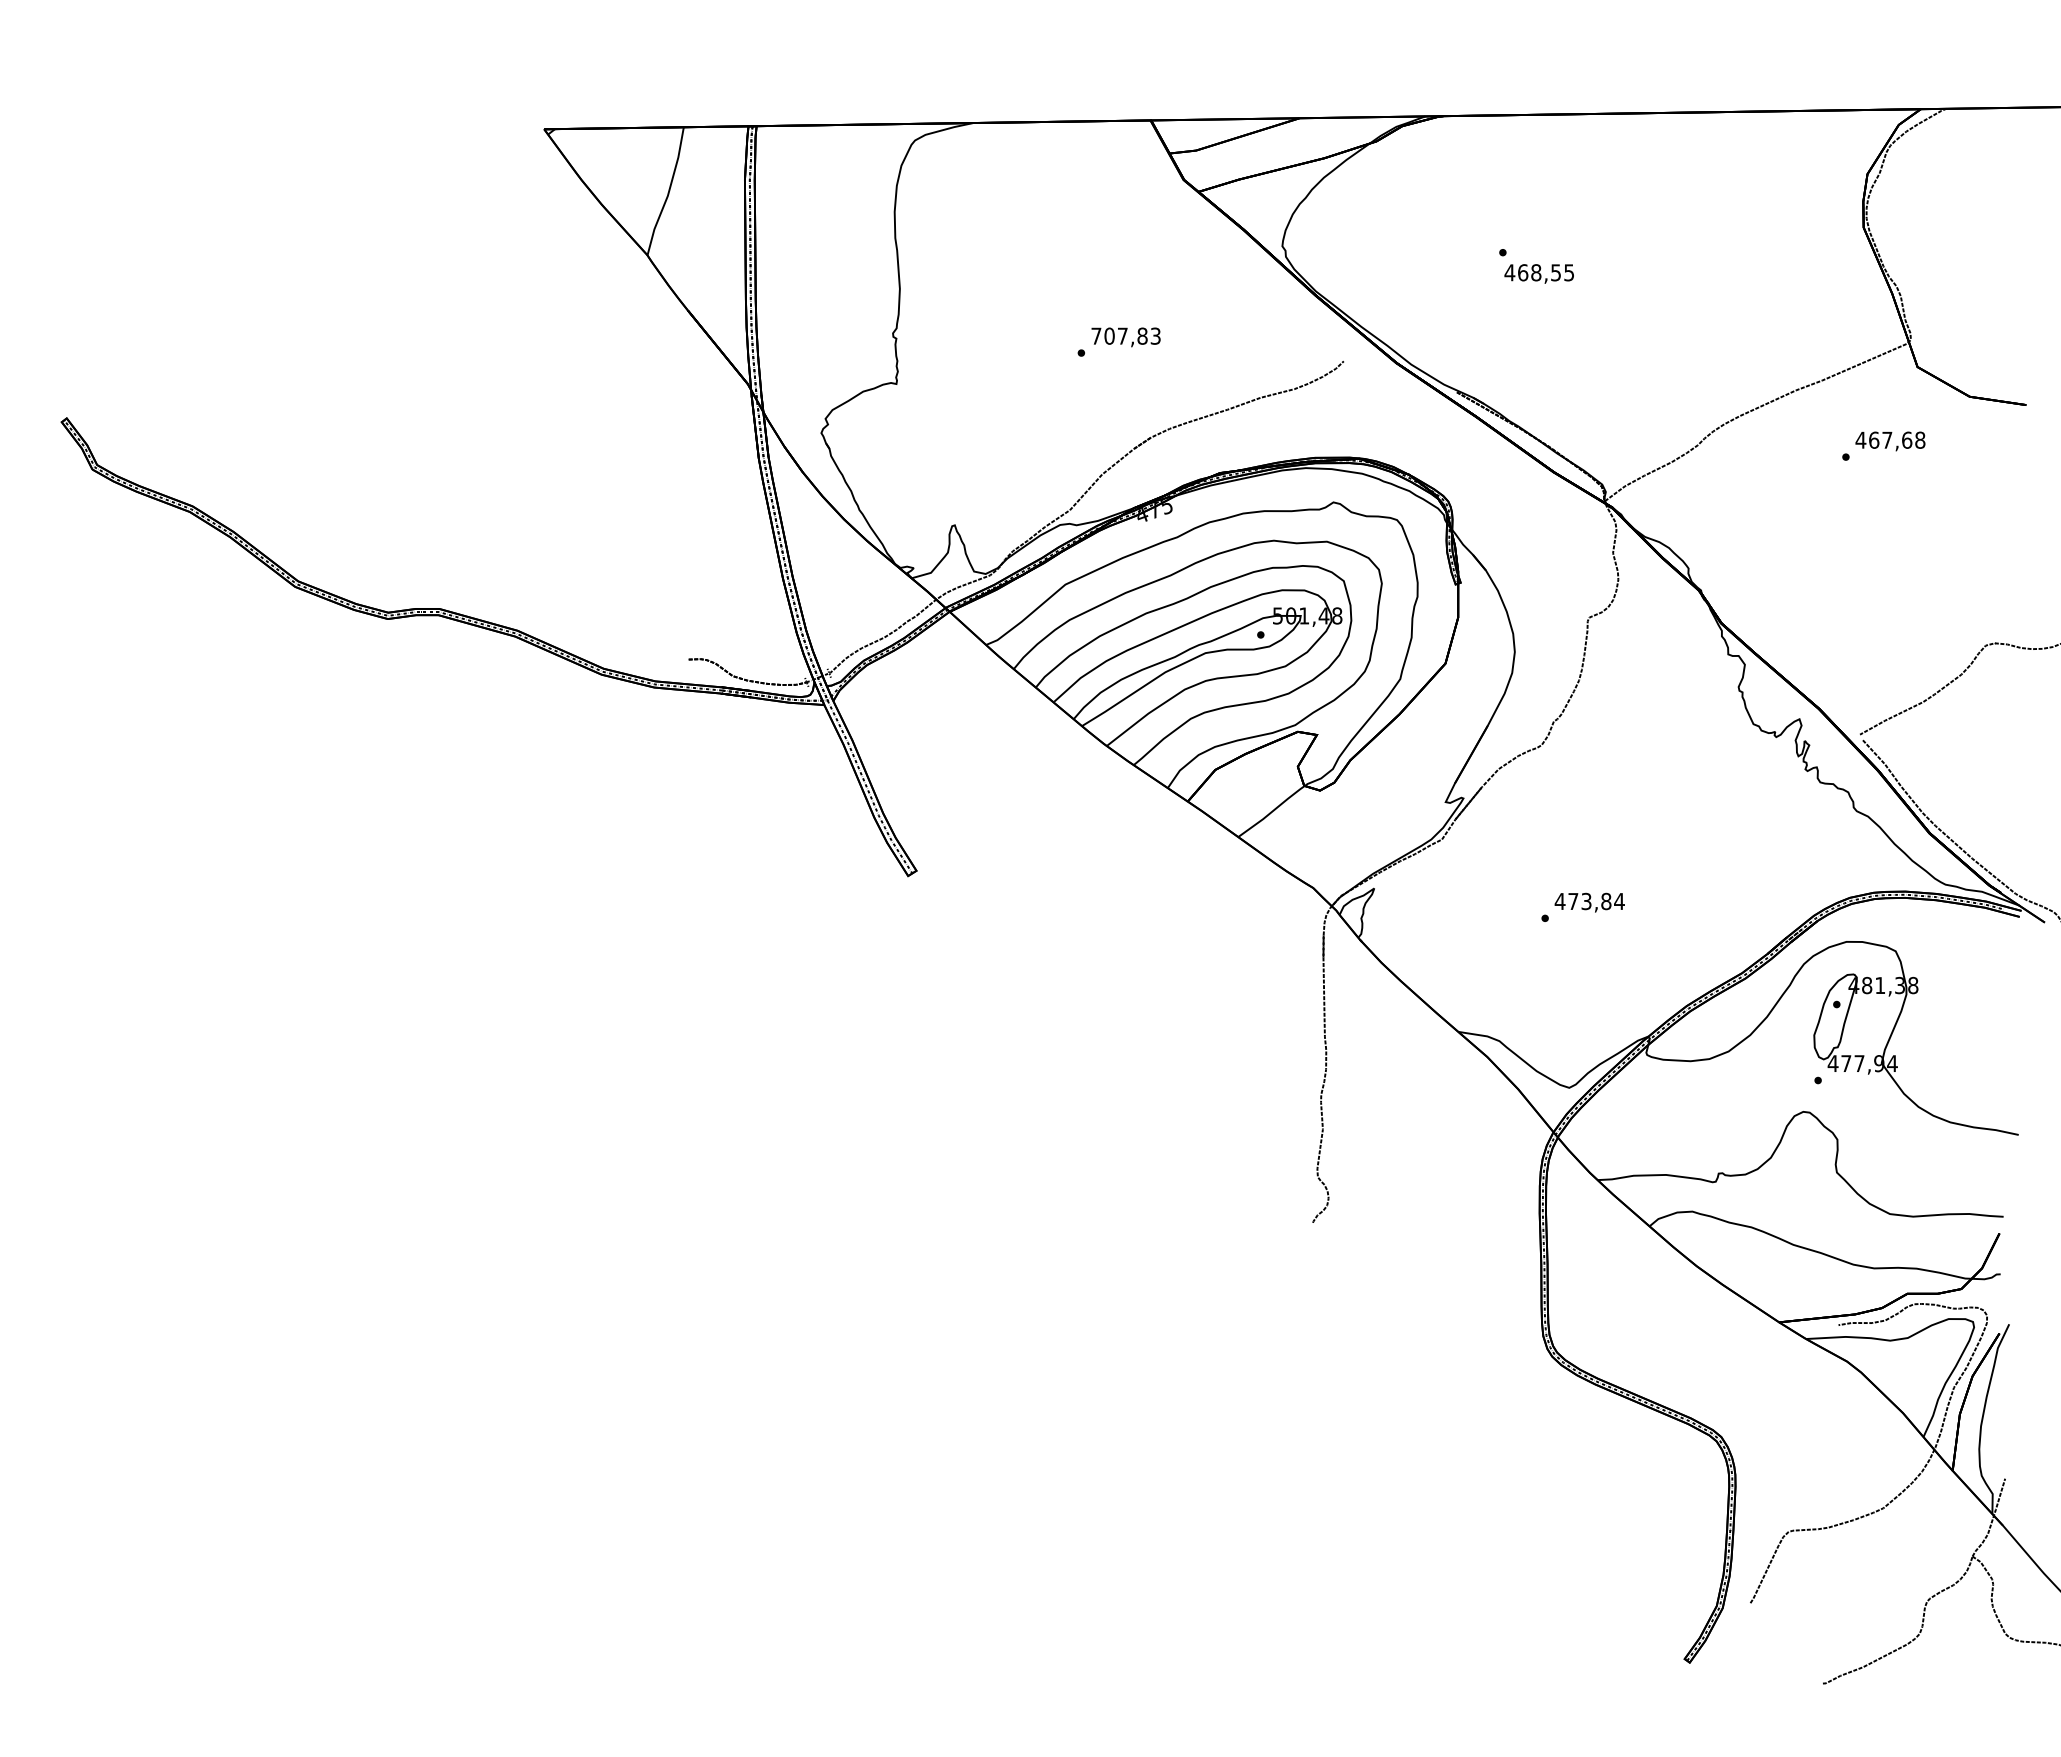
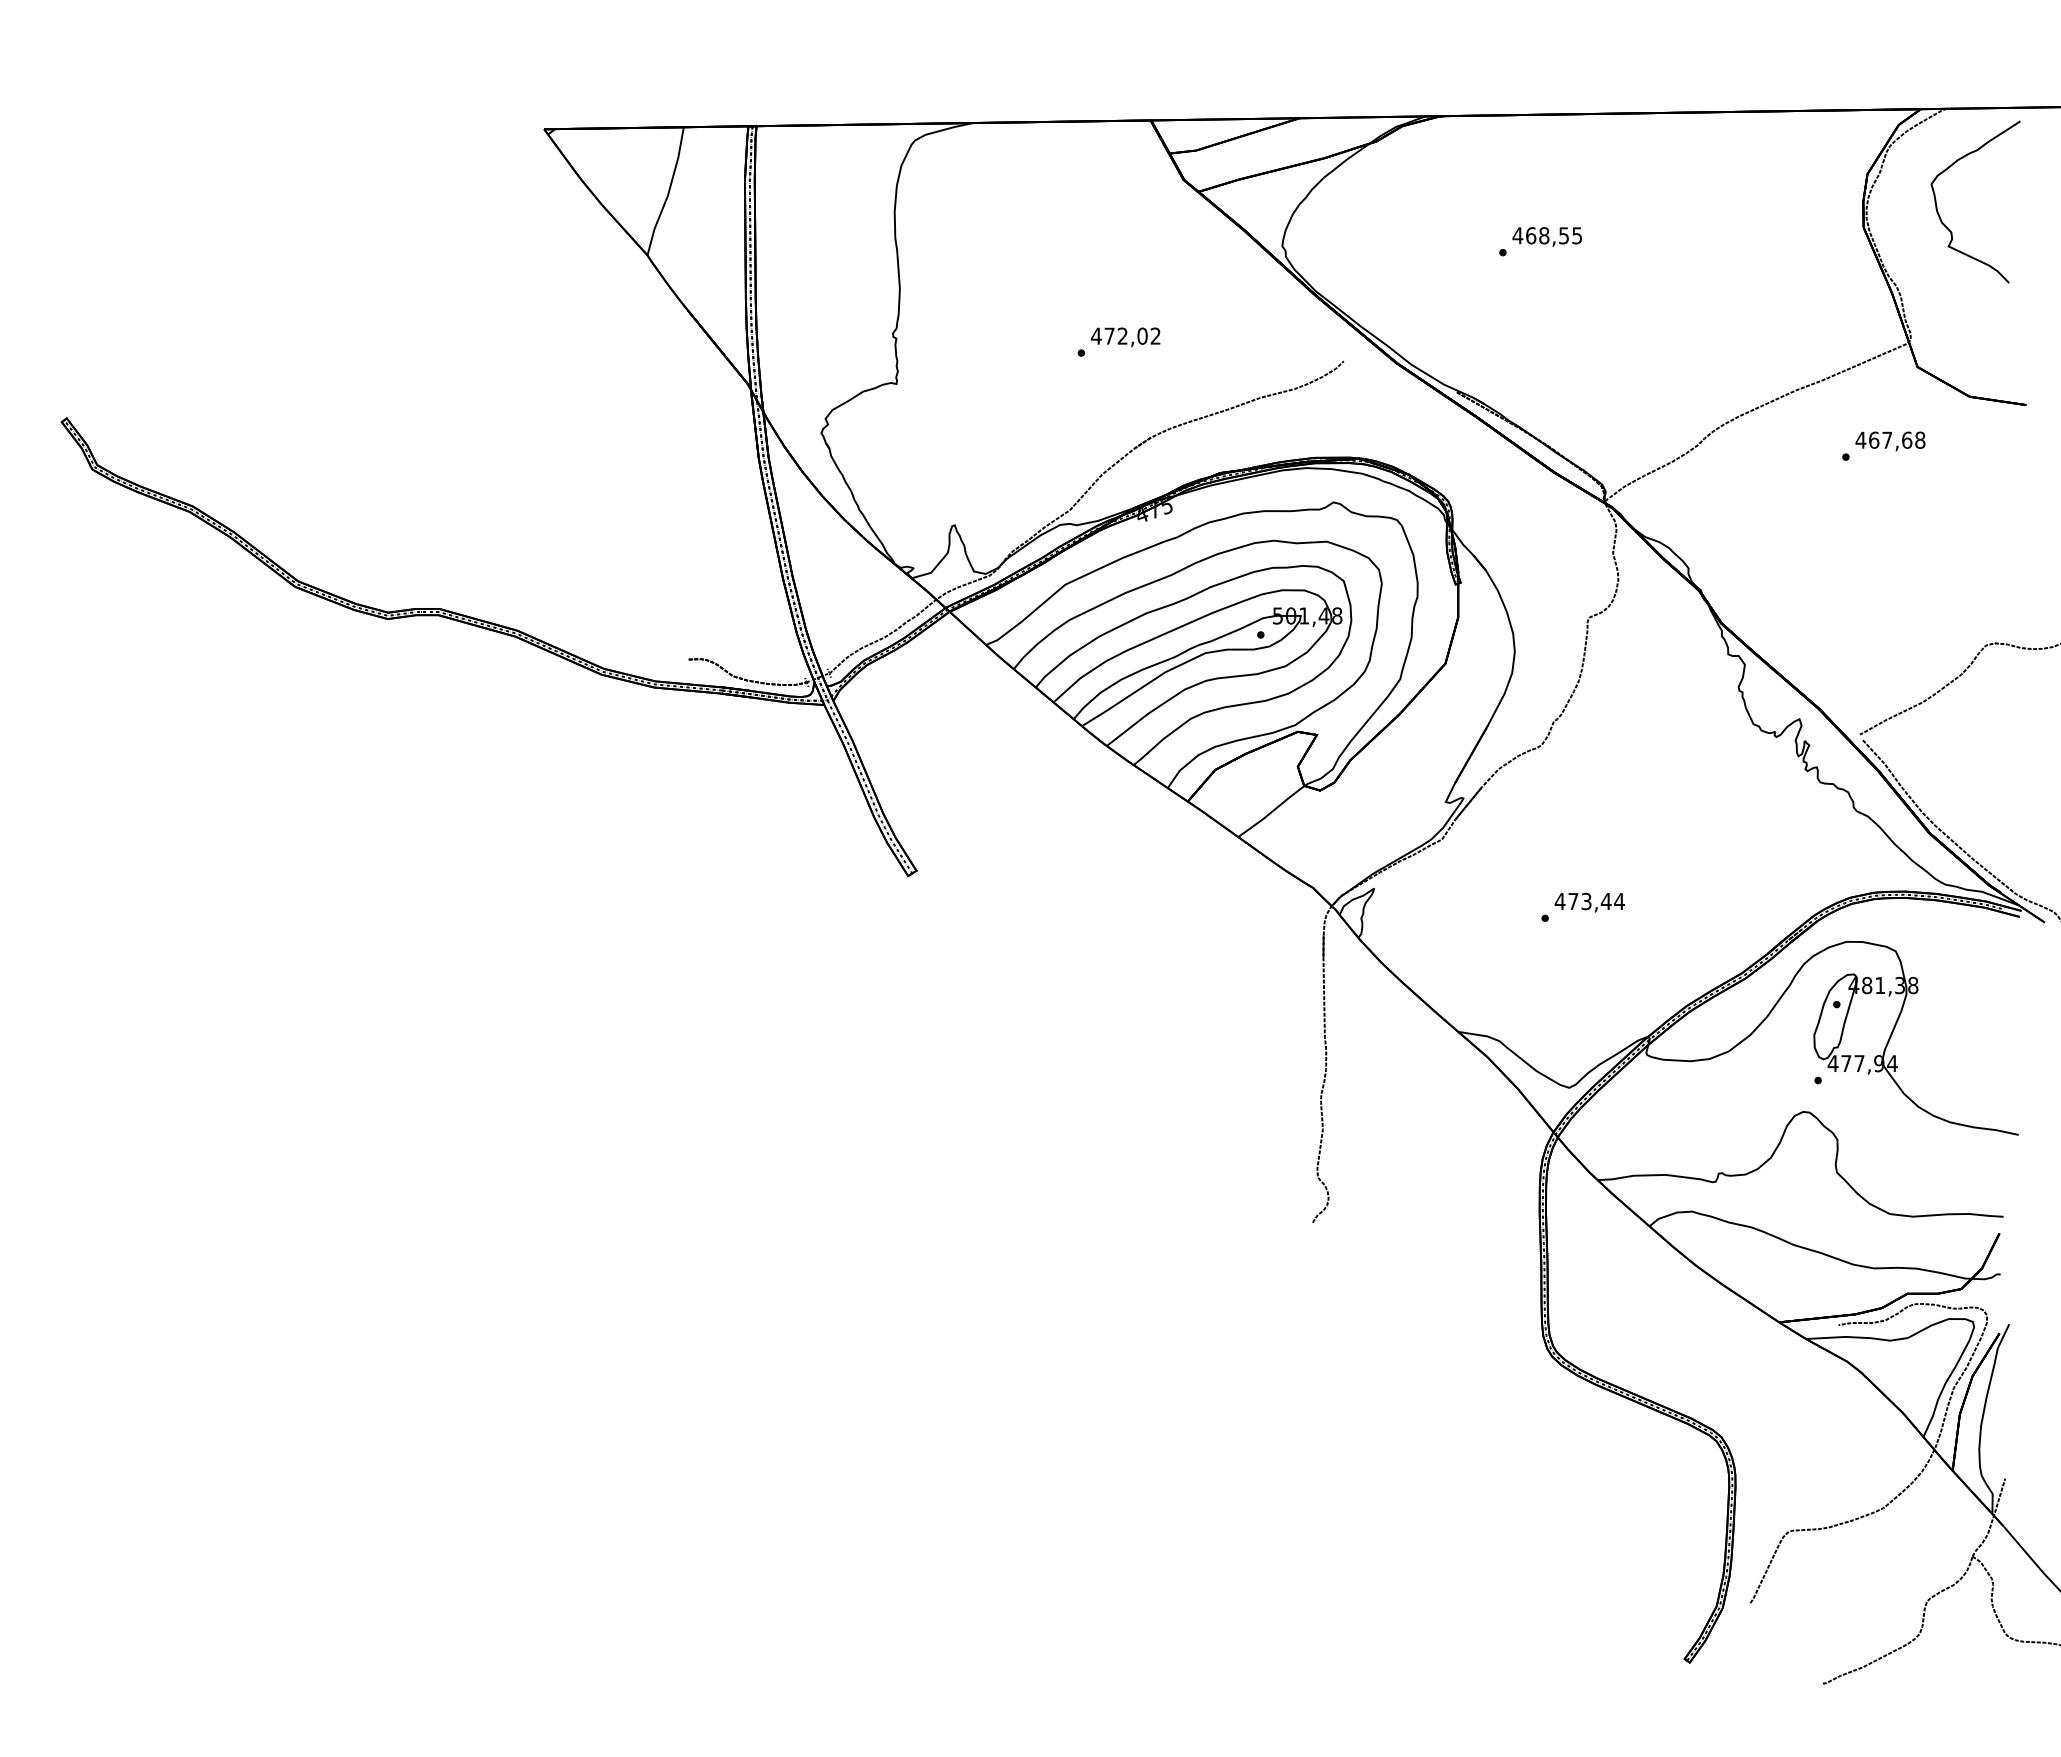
curve at (1946, 225): none -> present
text at (1538, 273) position: (1538, 273) -> (1546, 236)
text at (1125, 335): 707,83 -> 472,02
text at (1605, 901): 473,84 -> 473,44
